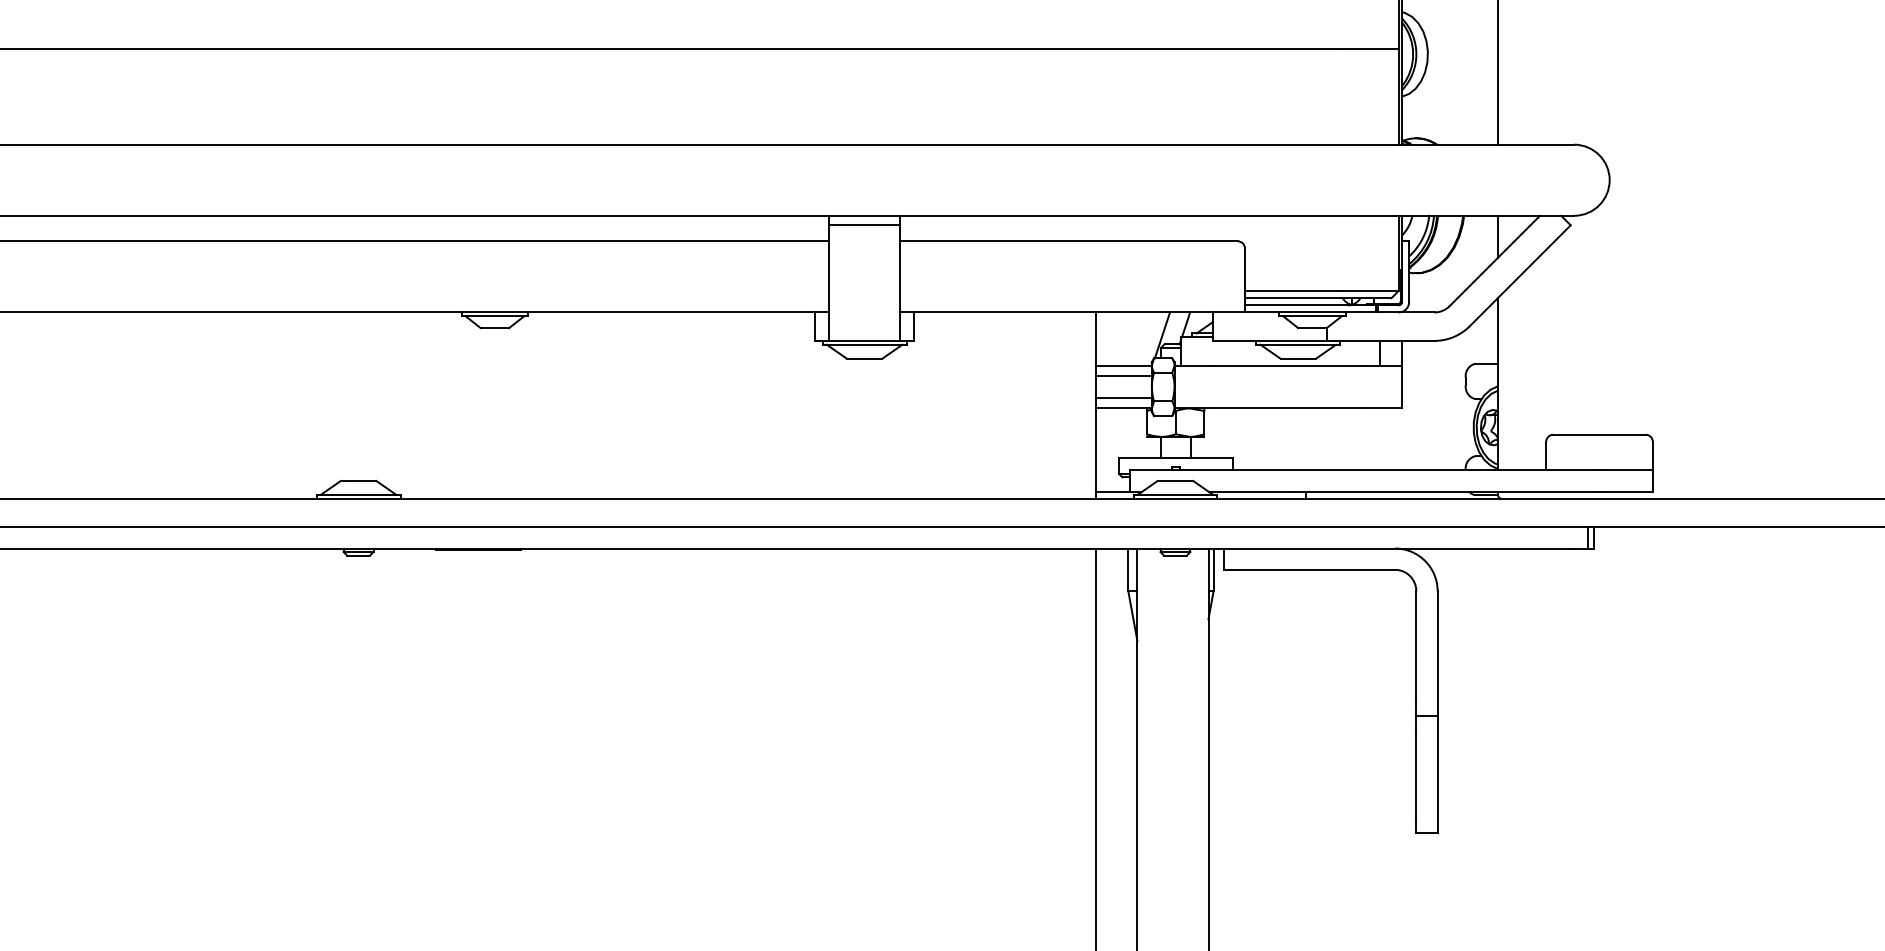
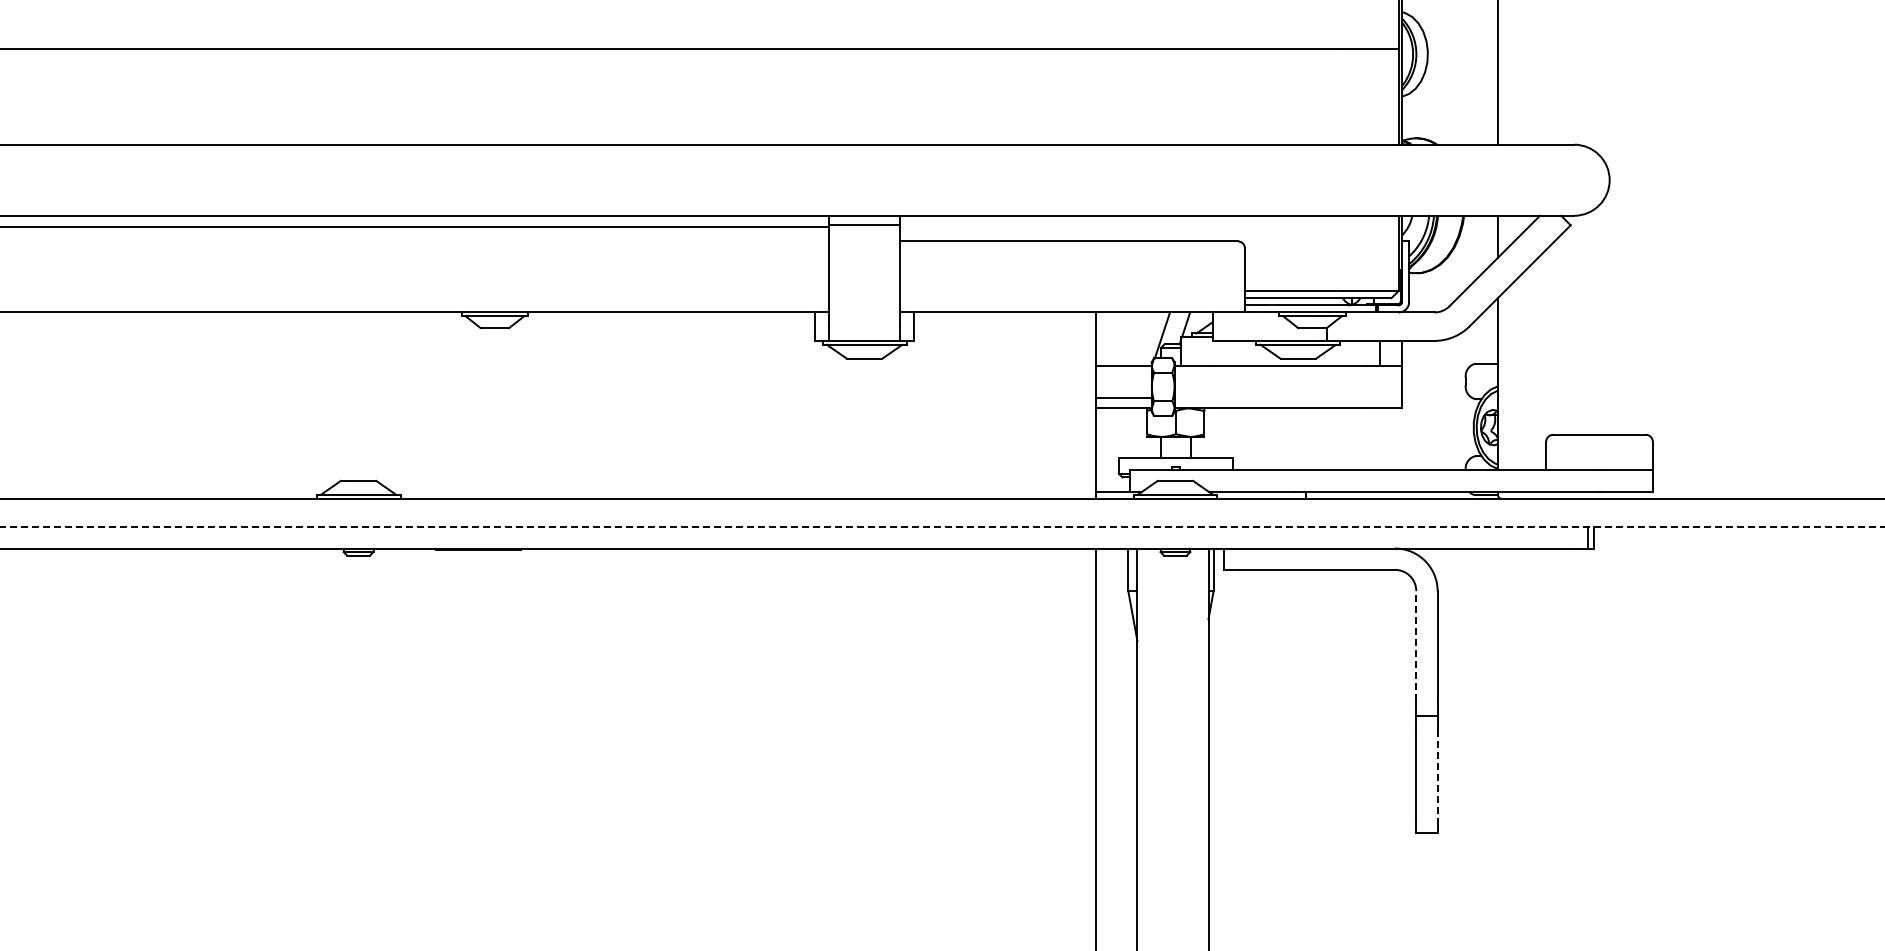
line at (415, 241) position: (415, 241) -> (415, 227)
line at (1123, 375): present -> none
line at (942, 527): solid -> dashed
line at (1416, 645): solid -> dashed
line at (1437, 774): solid -> dashed
